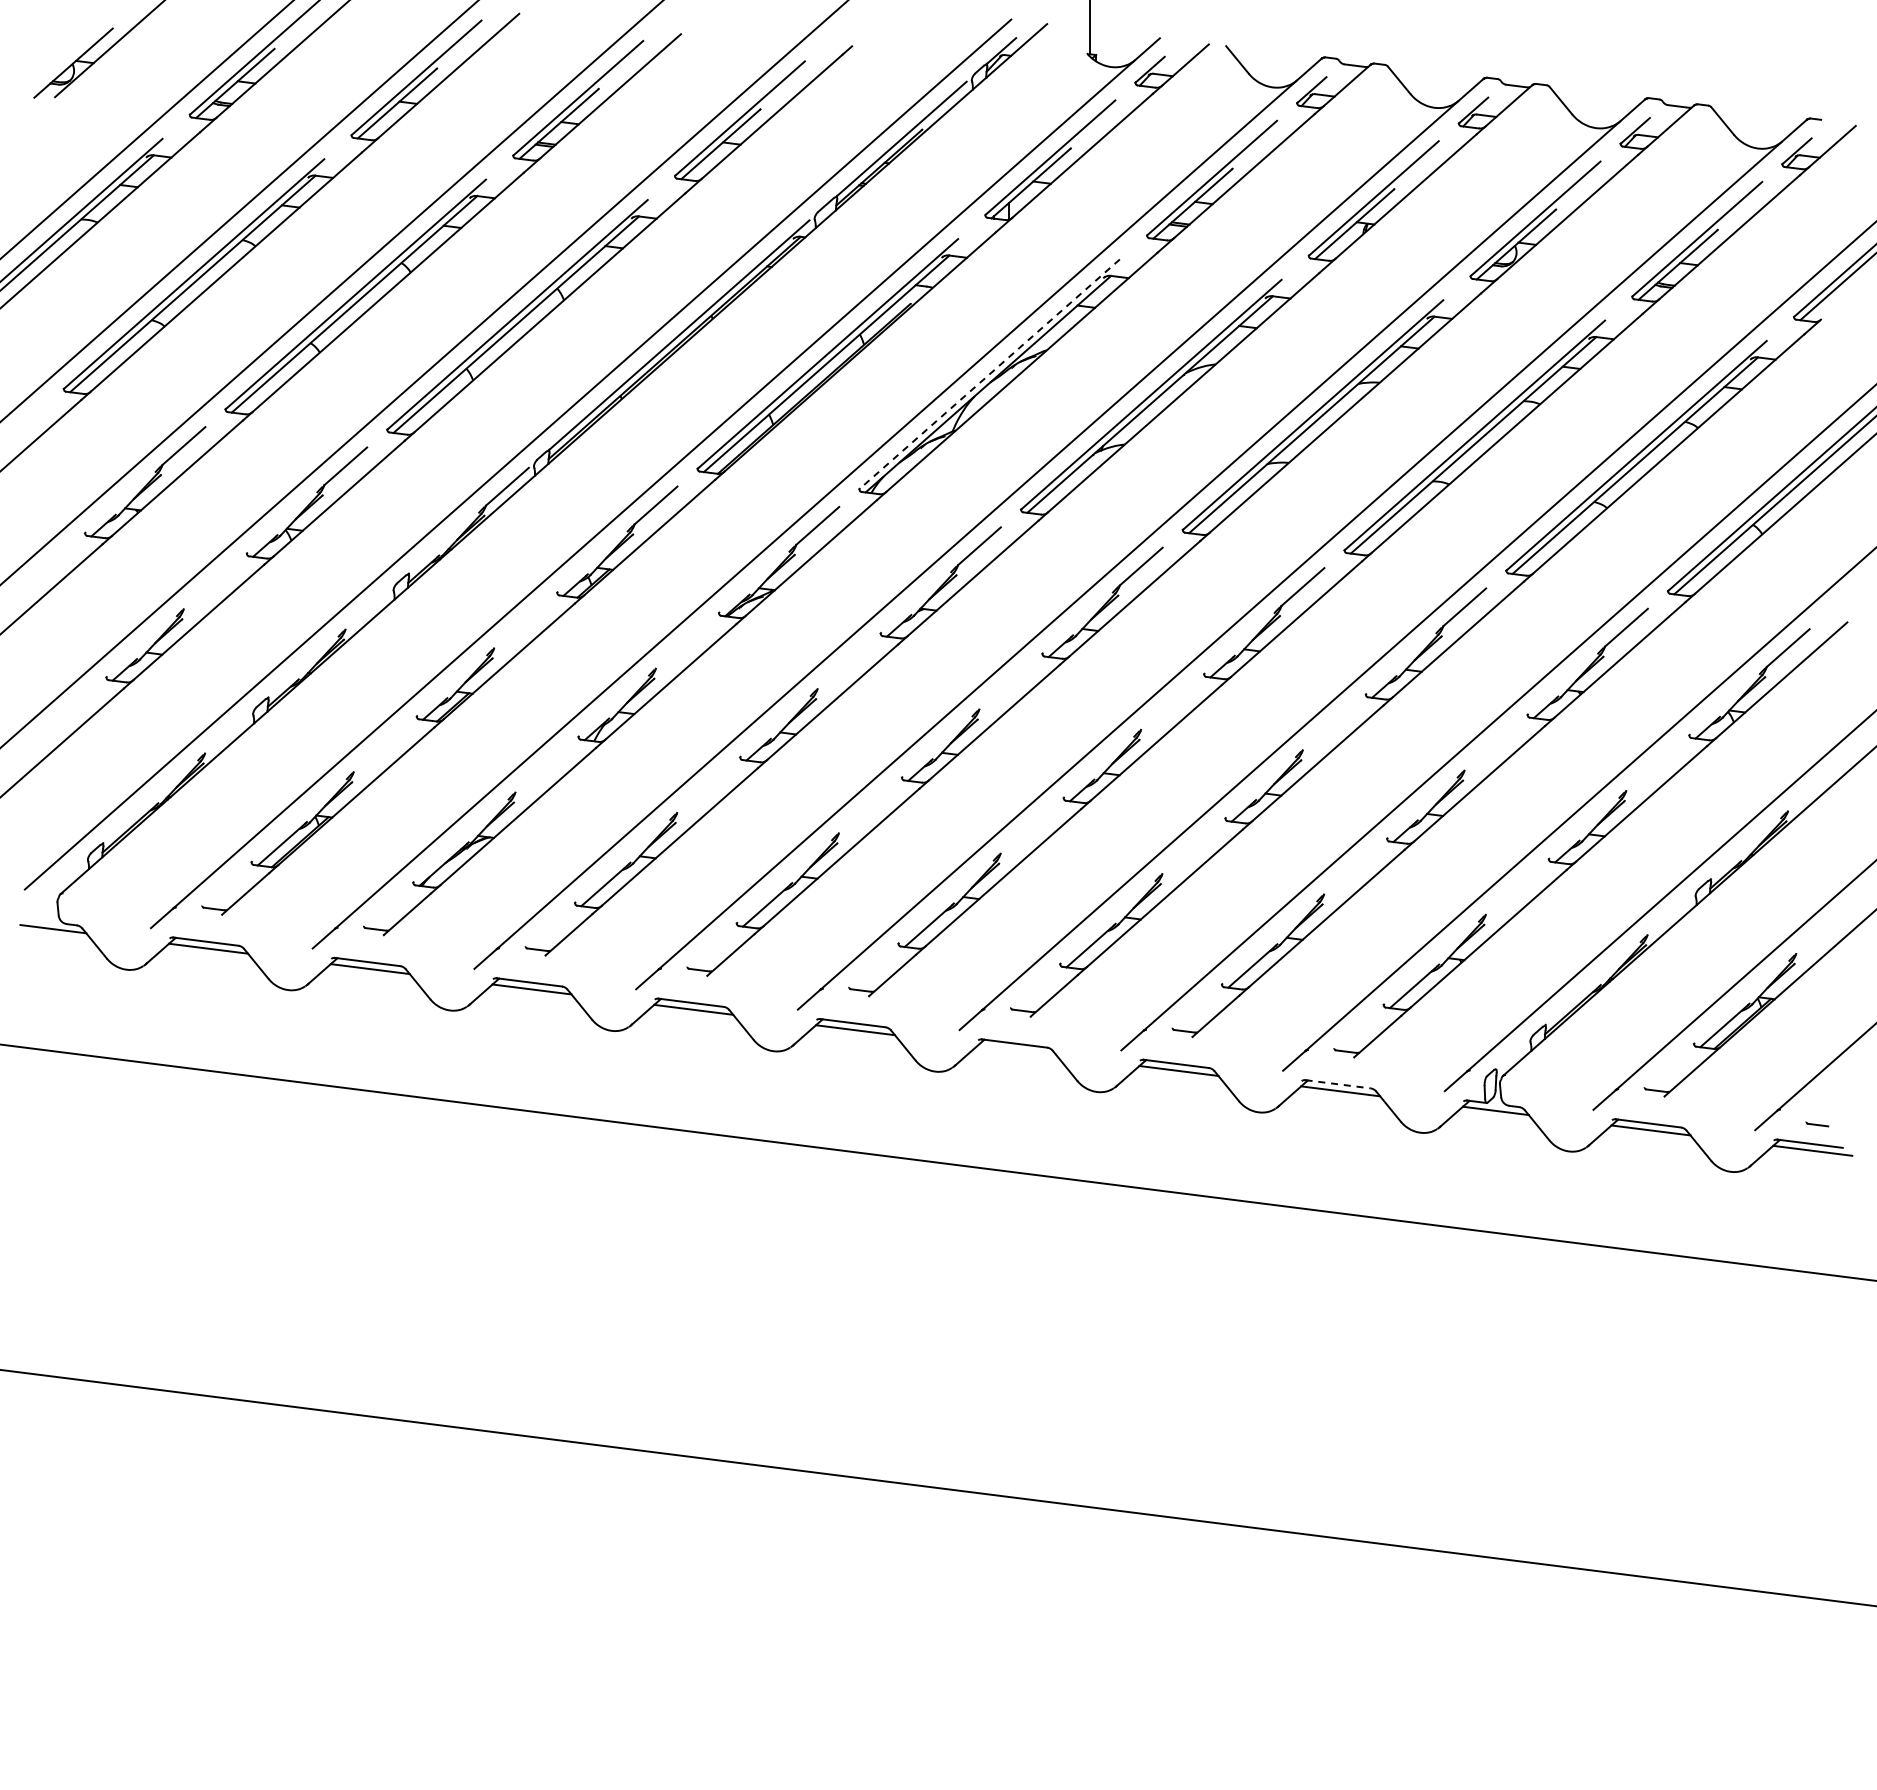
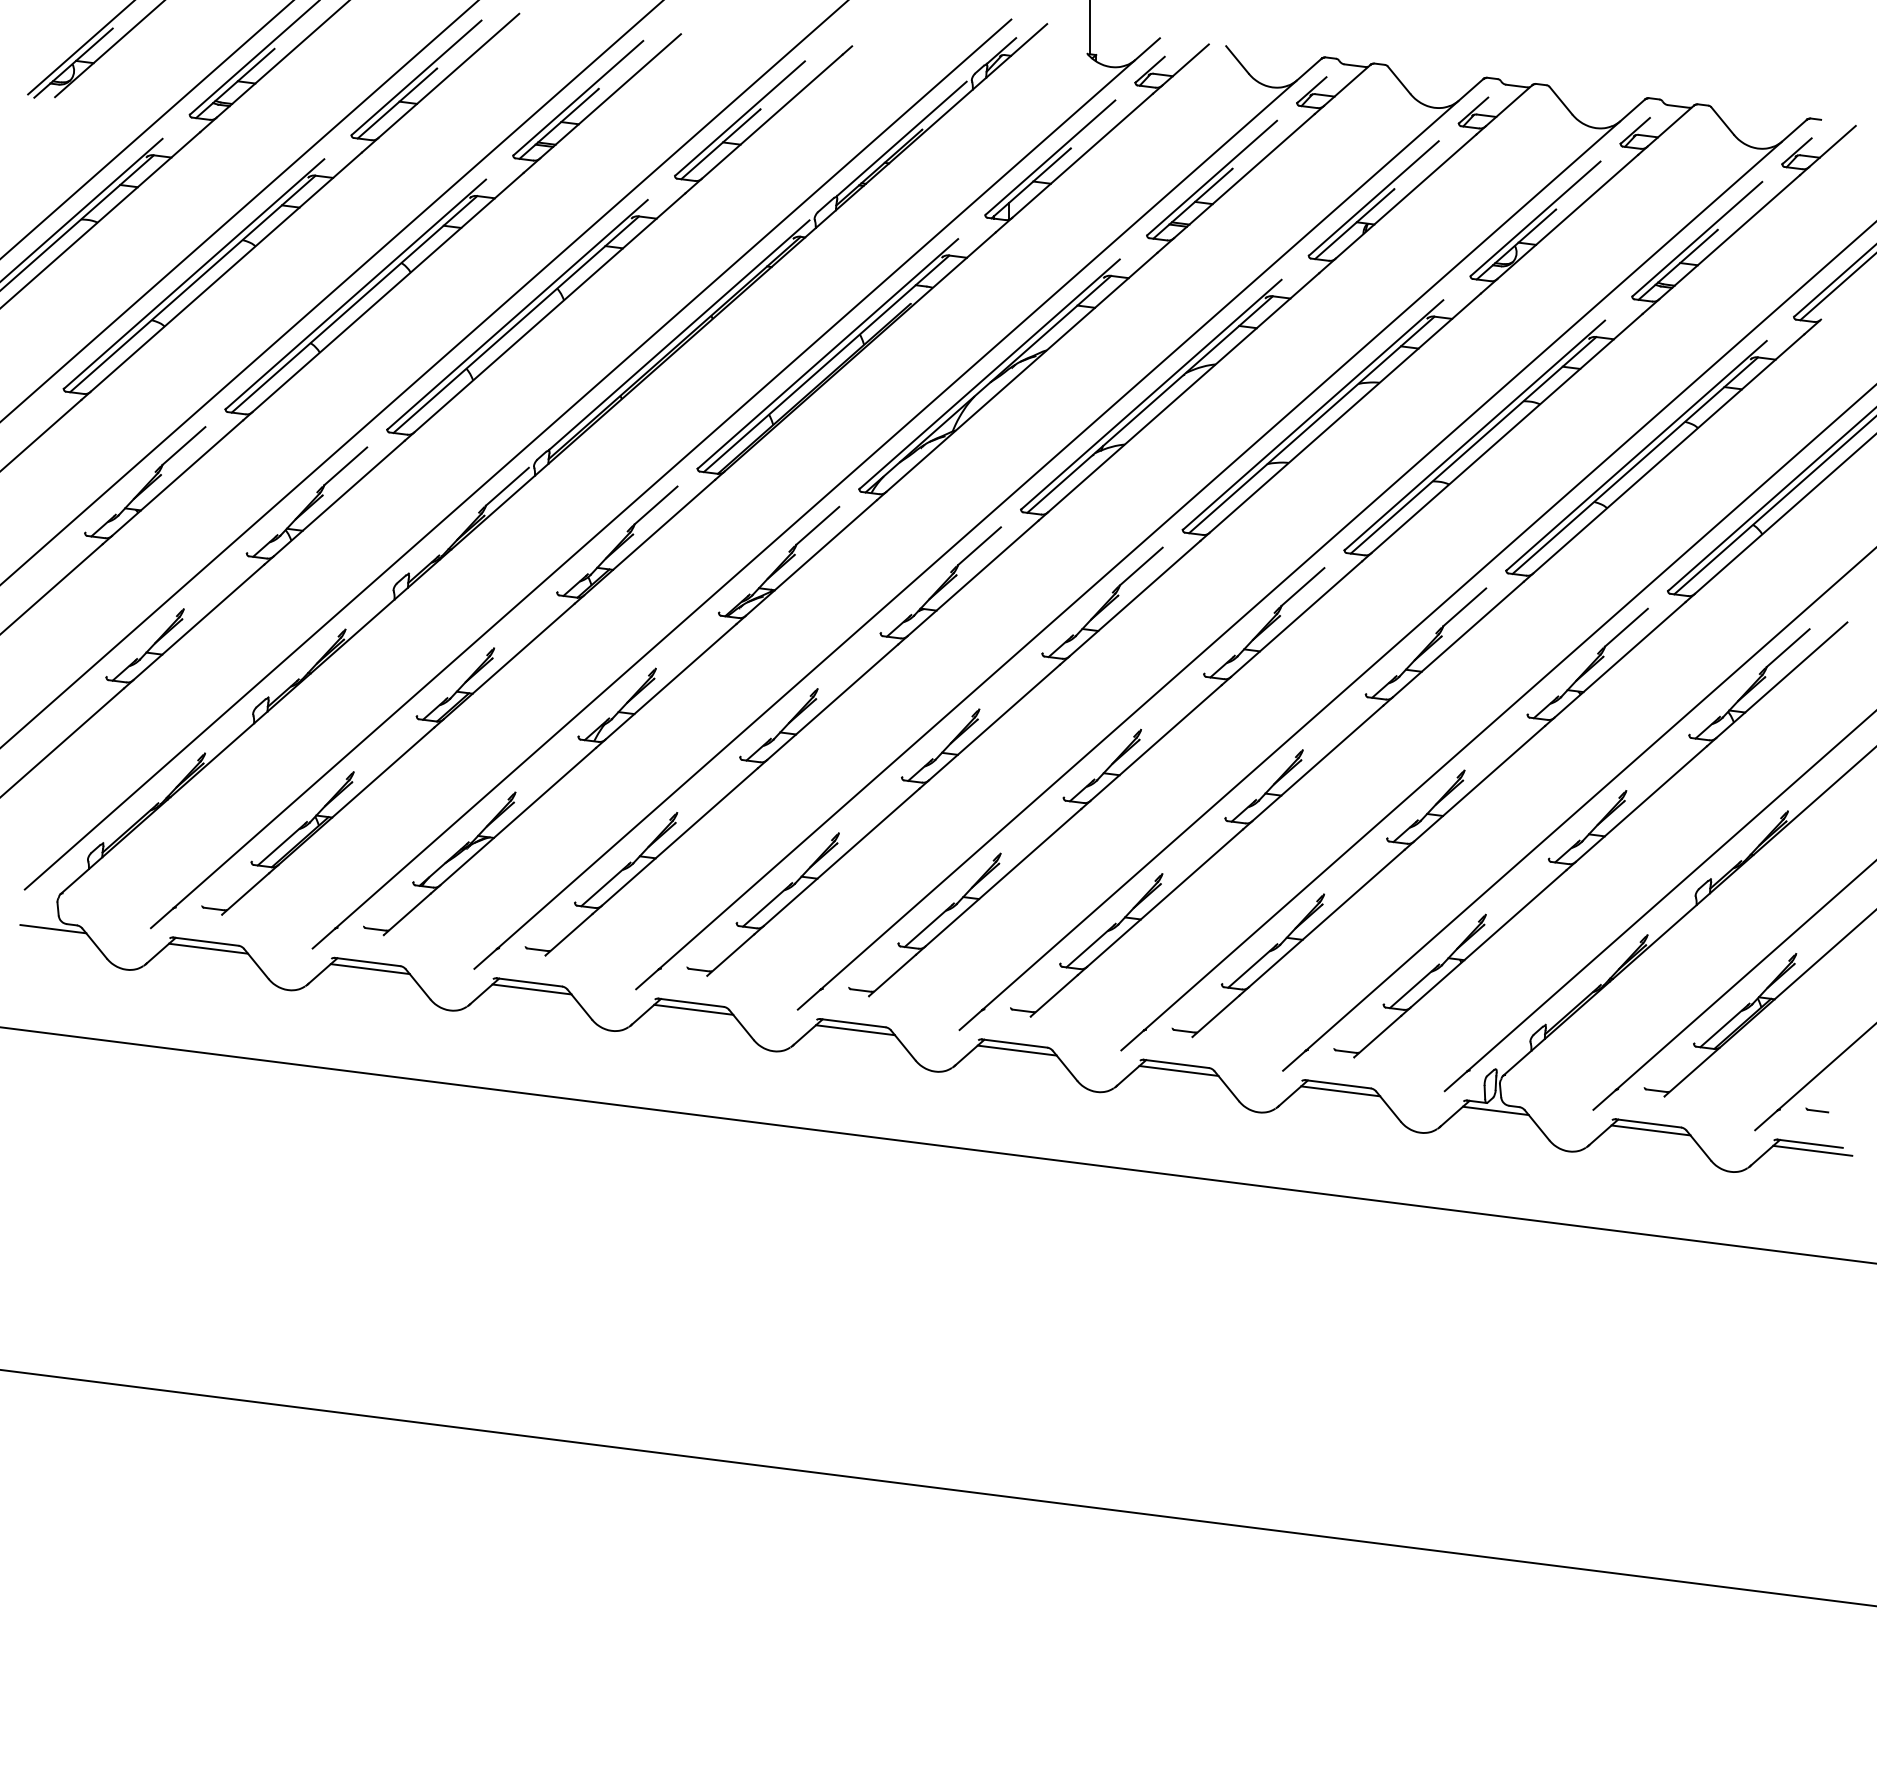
line at (80, 48): none -> present
line at (989, 374): dashed -> solid
line at (1016, 1050): none -> present
line at (1338, 1084): dashed -> solid
line at (1817, 1124) position: (1817, 1124) -> (1817, 1110)
line at (937, 1162) position: (937, 1162) -> (937, 1145)
